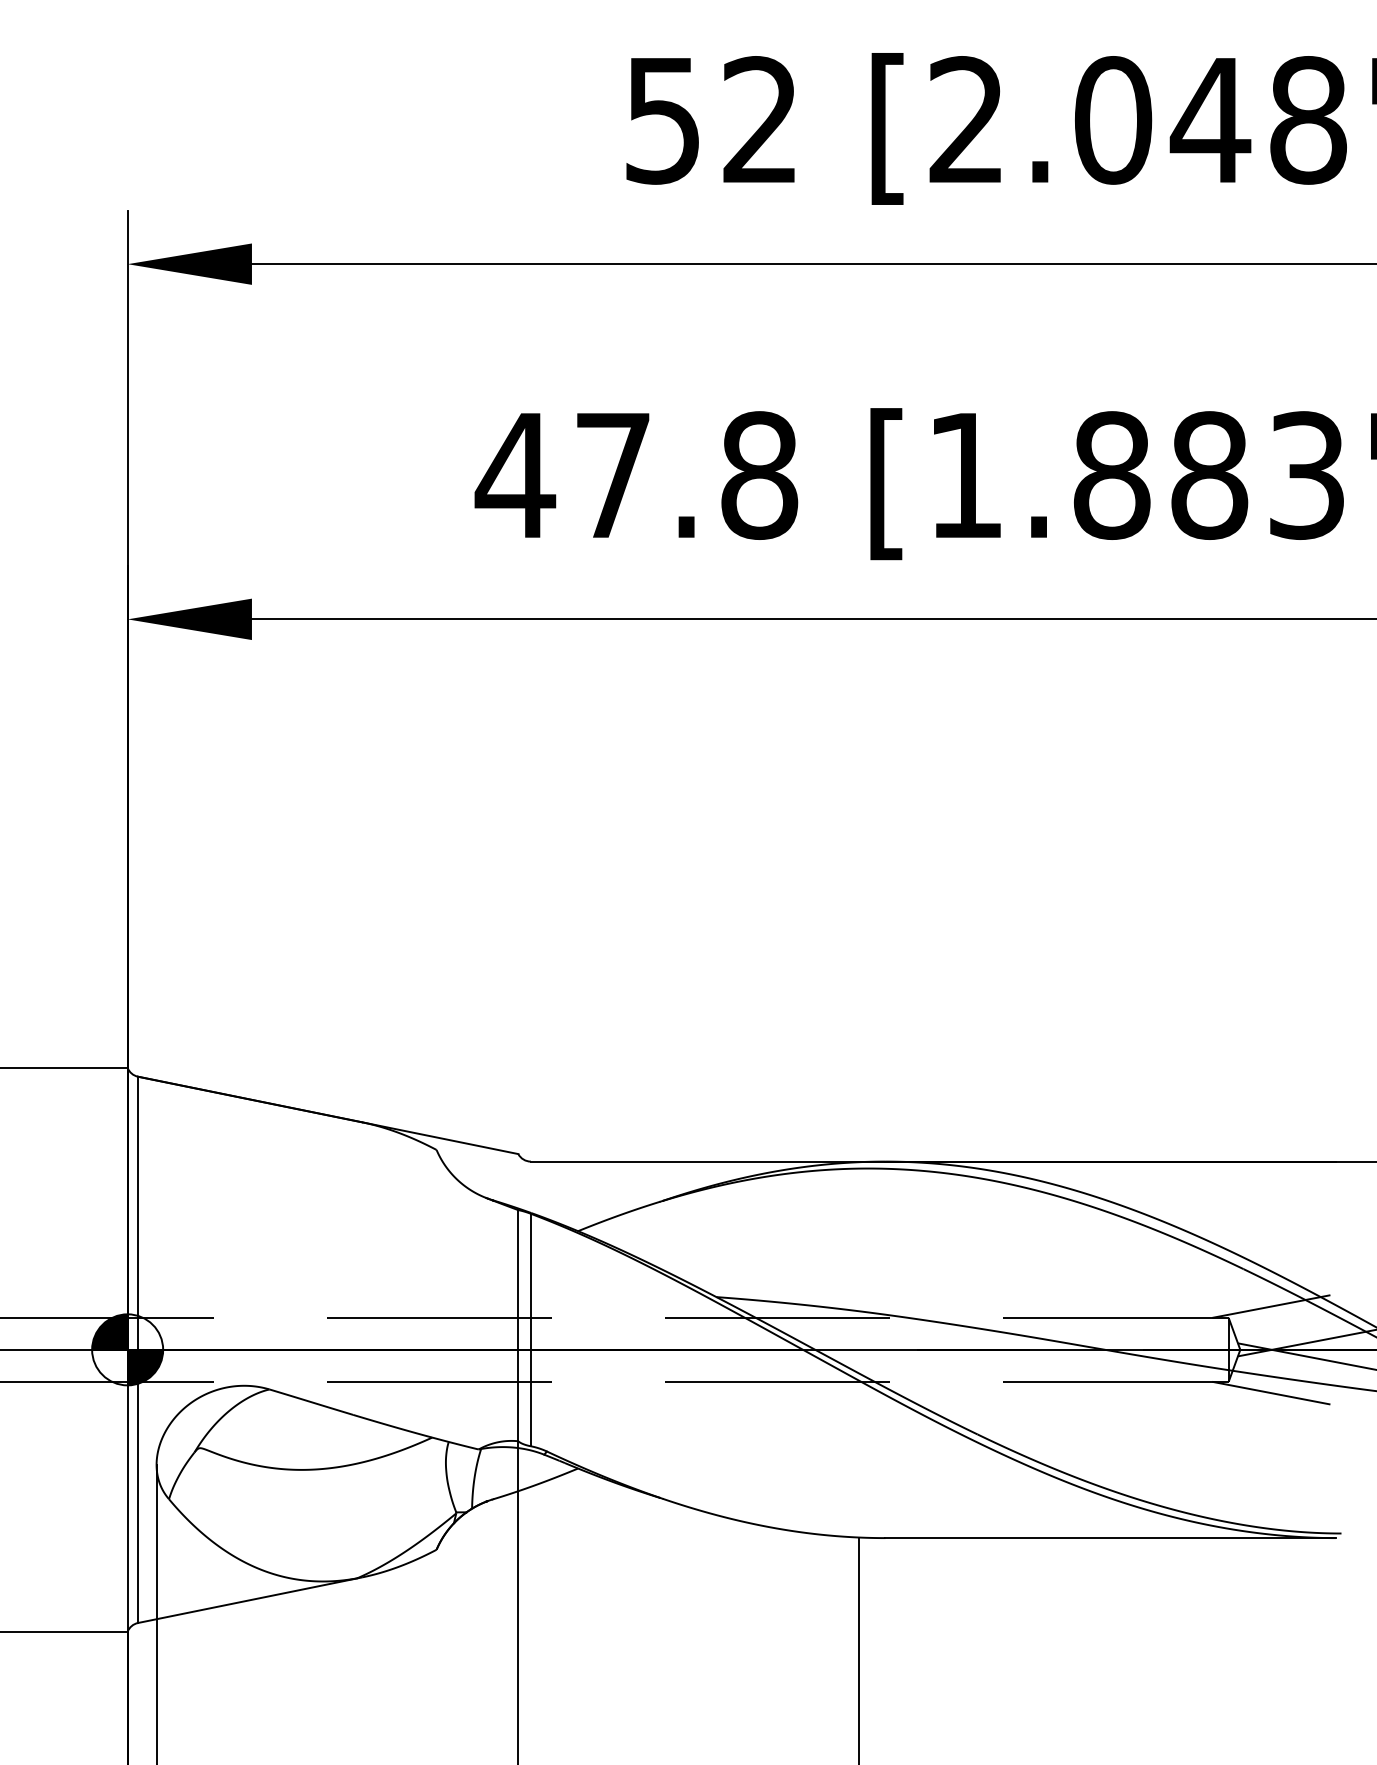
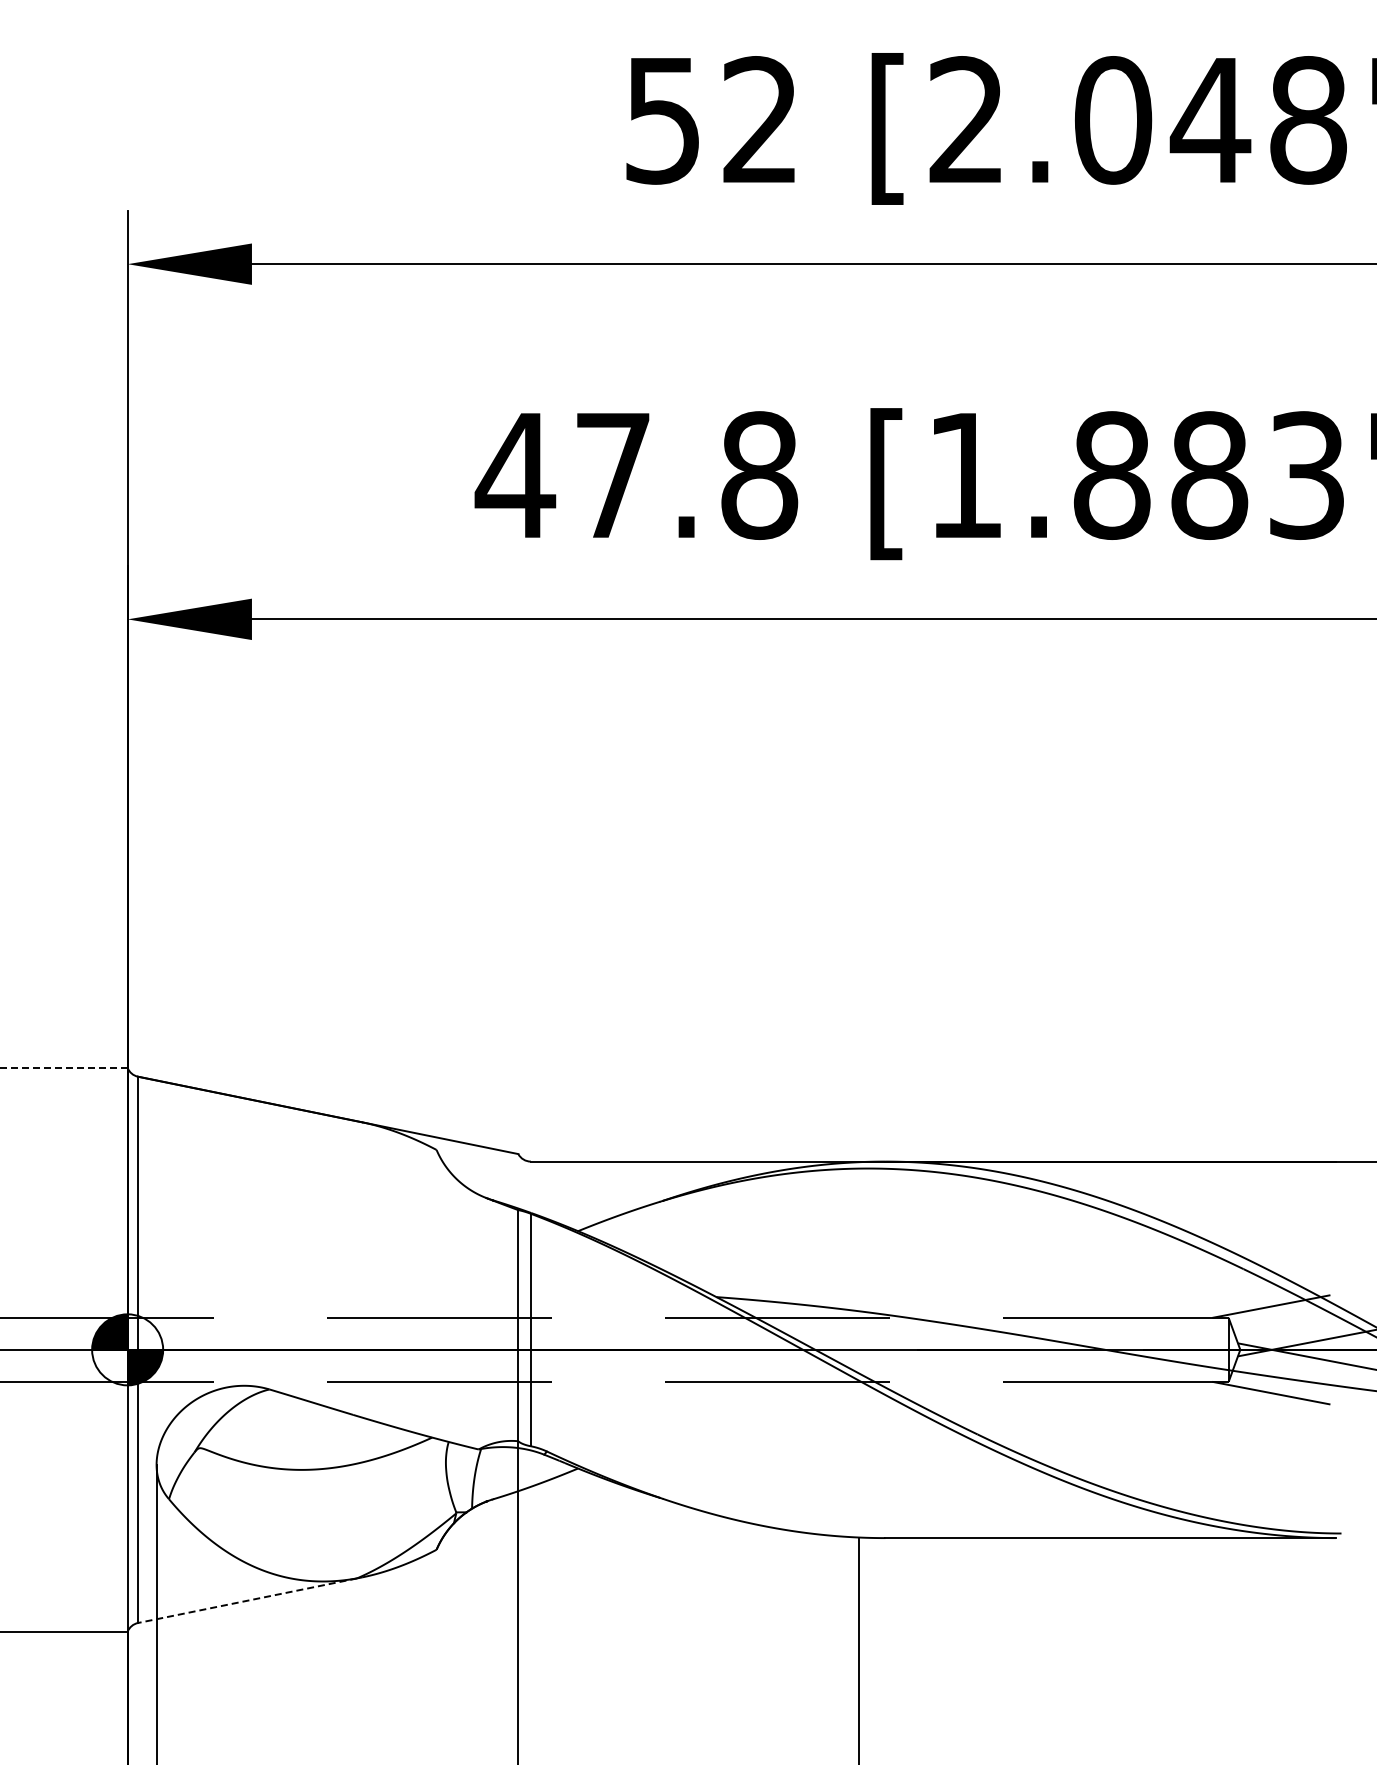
line at (63, 1067): solid -> dashed
line at (247, 1600): solid -> dashed
